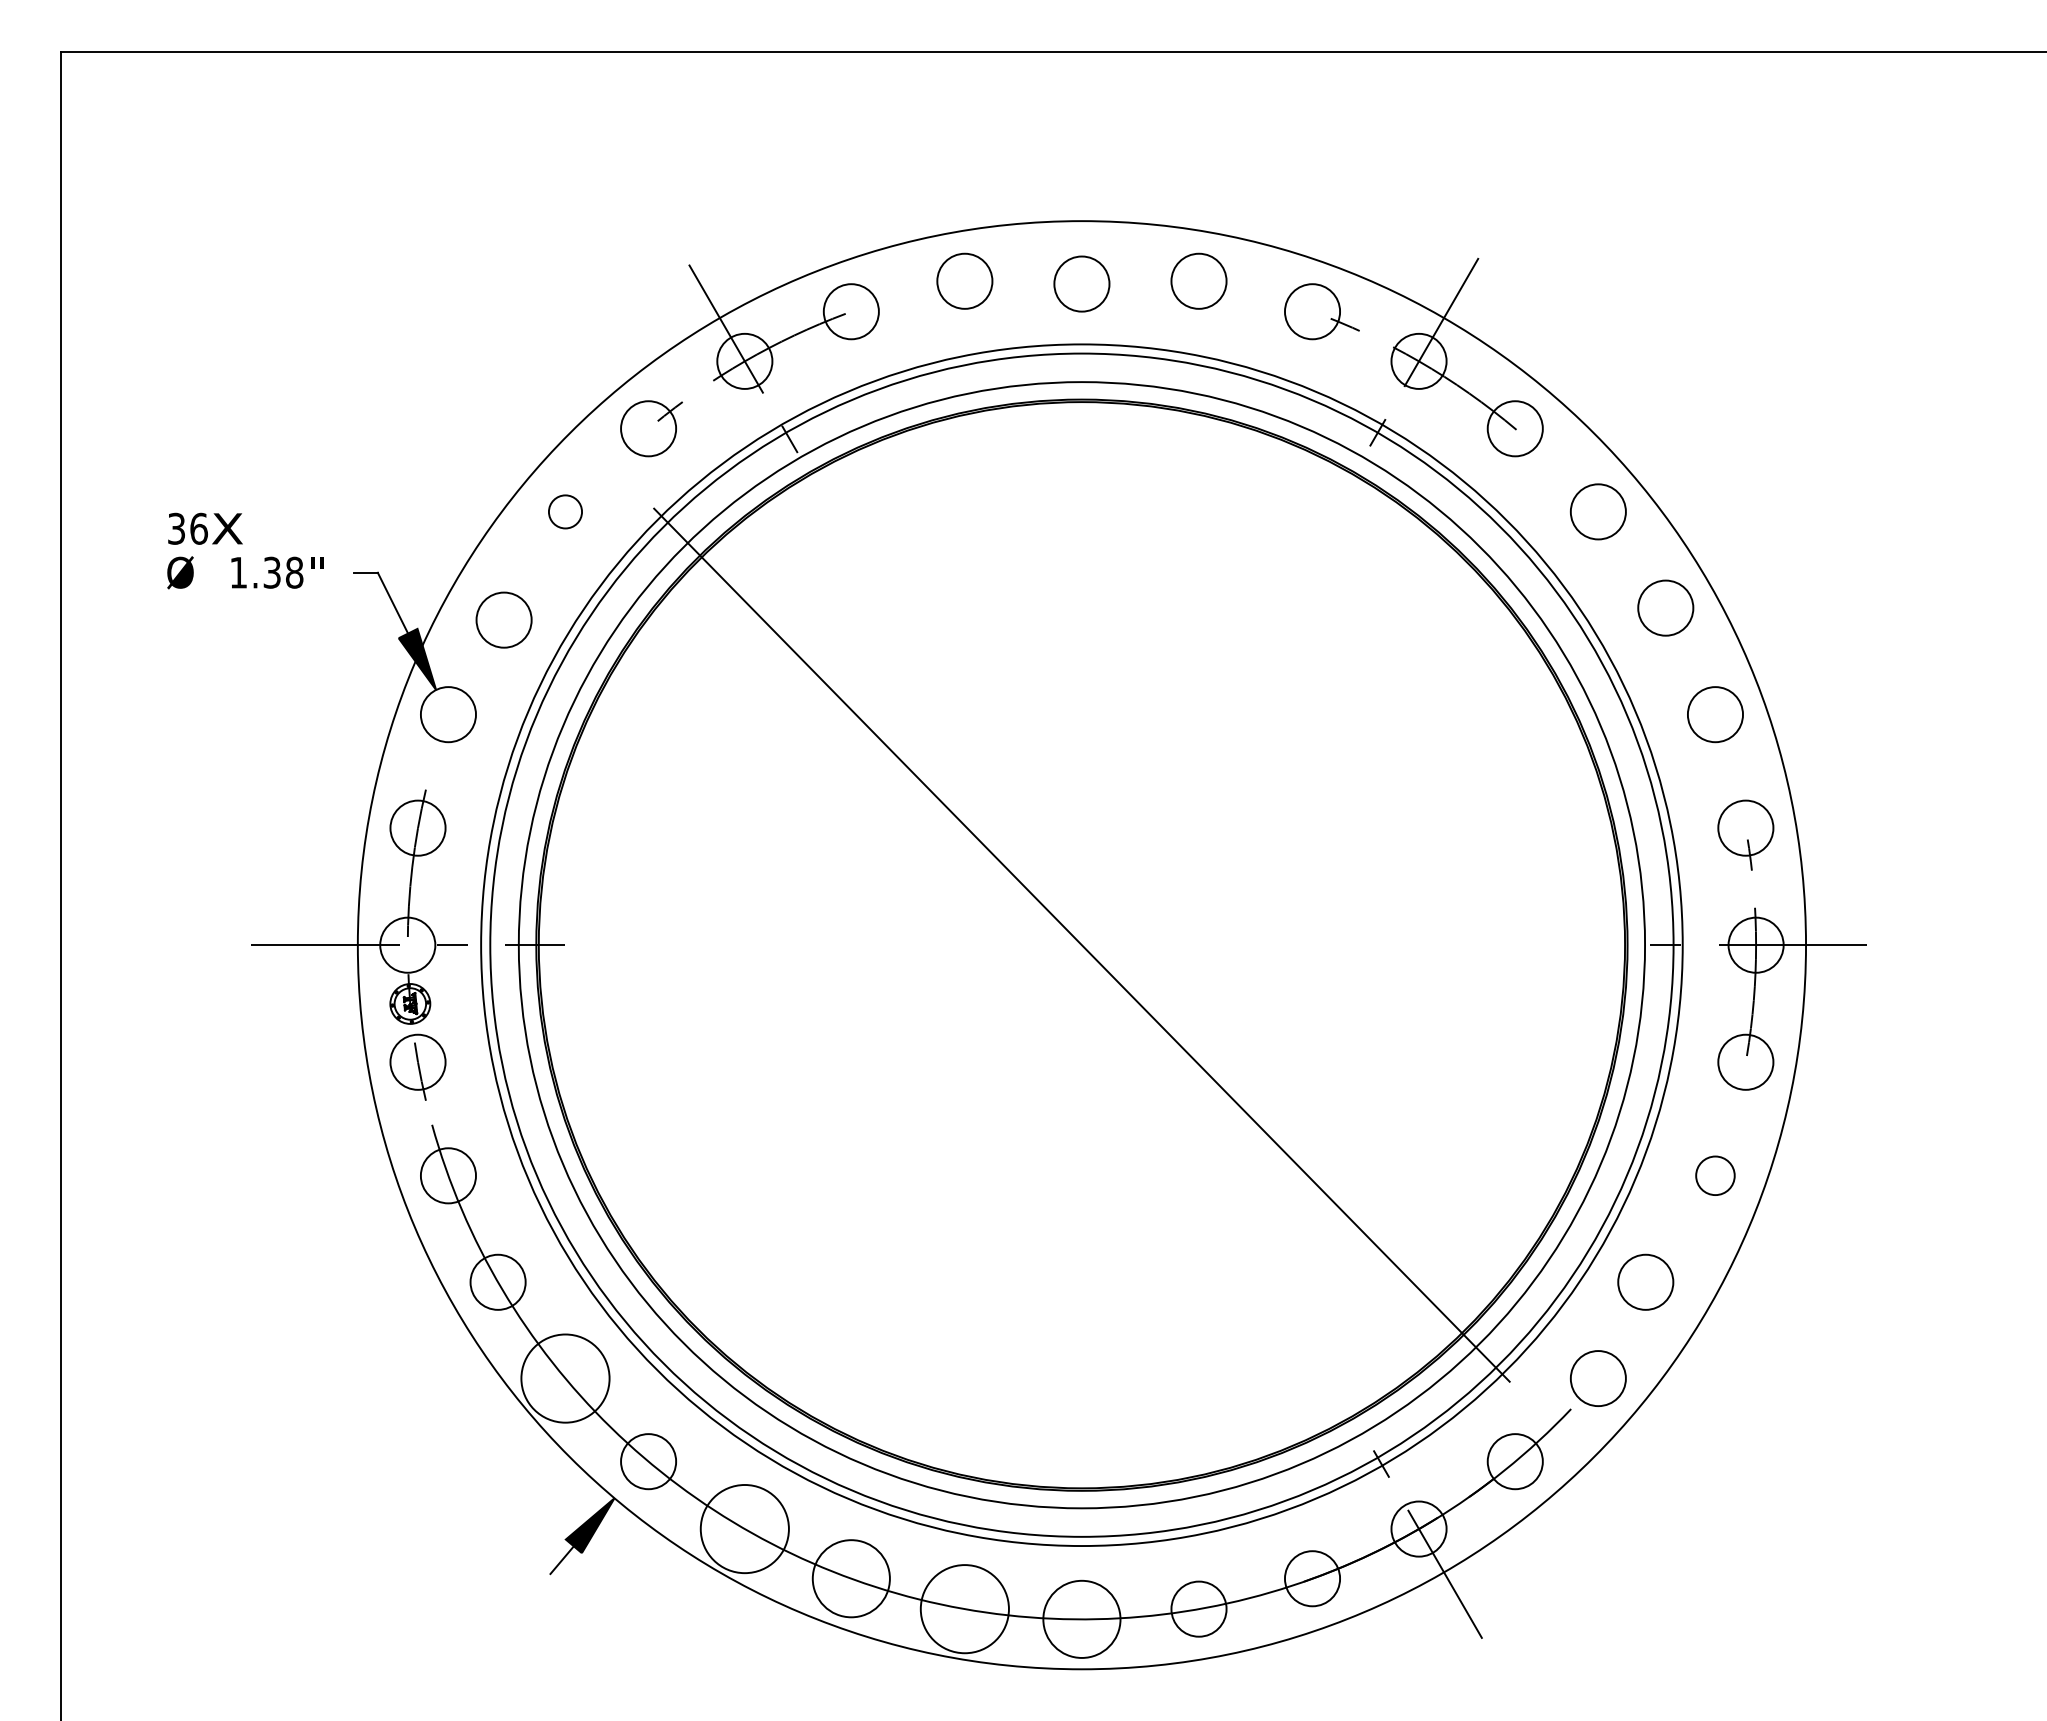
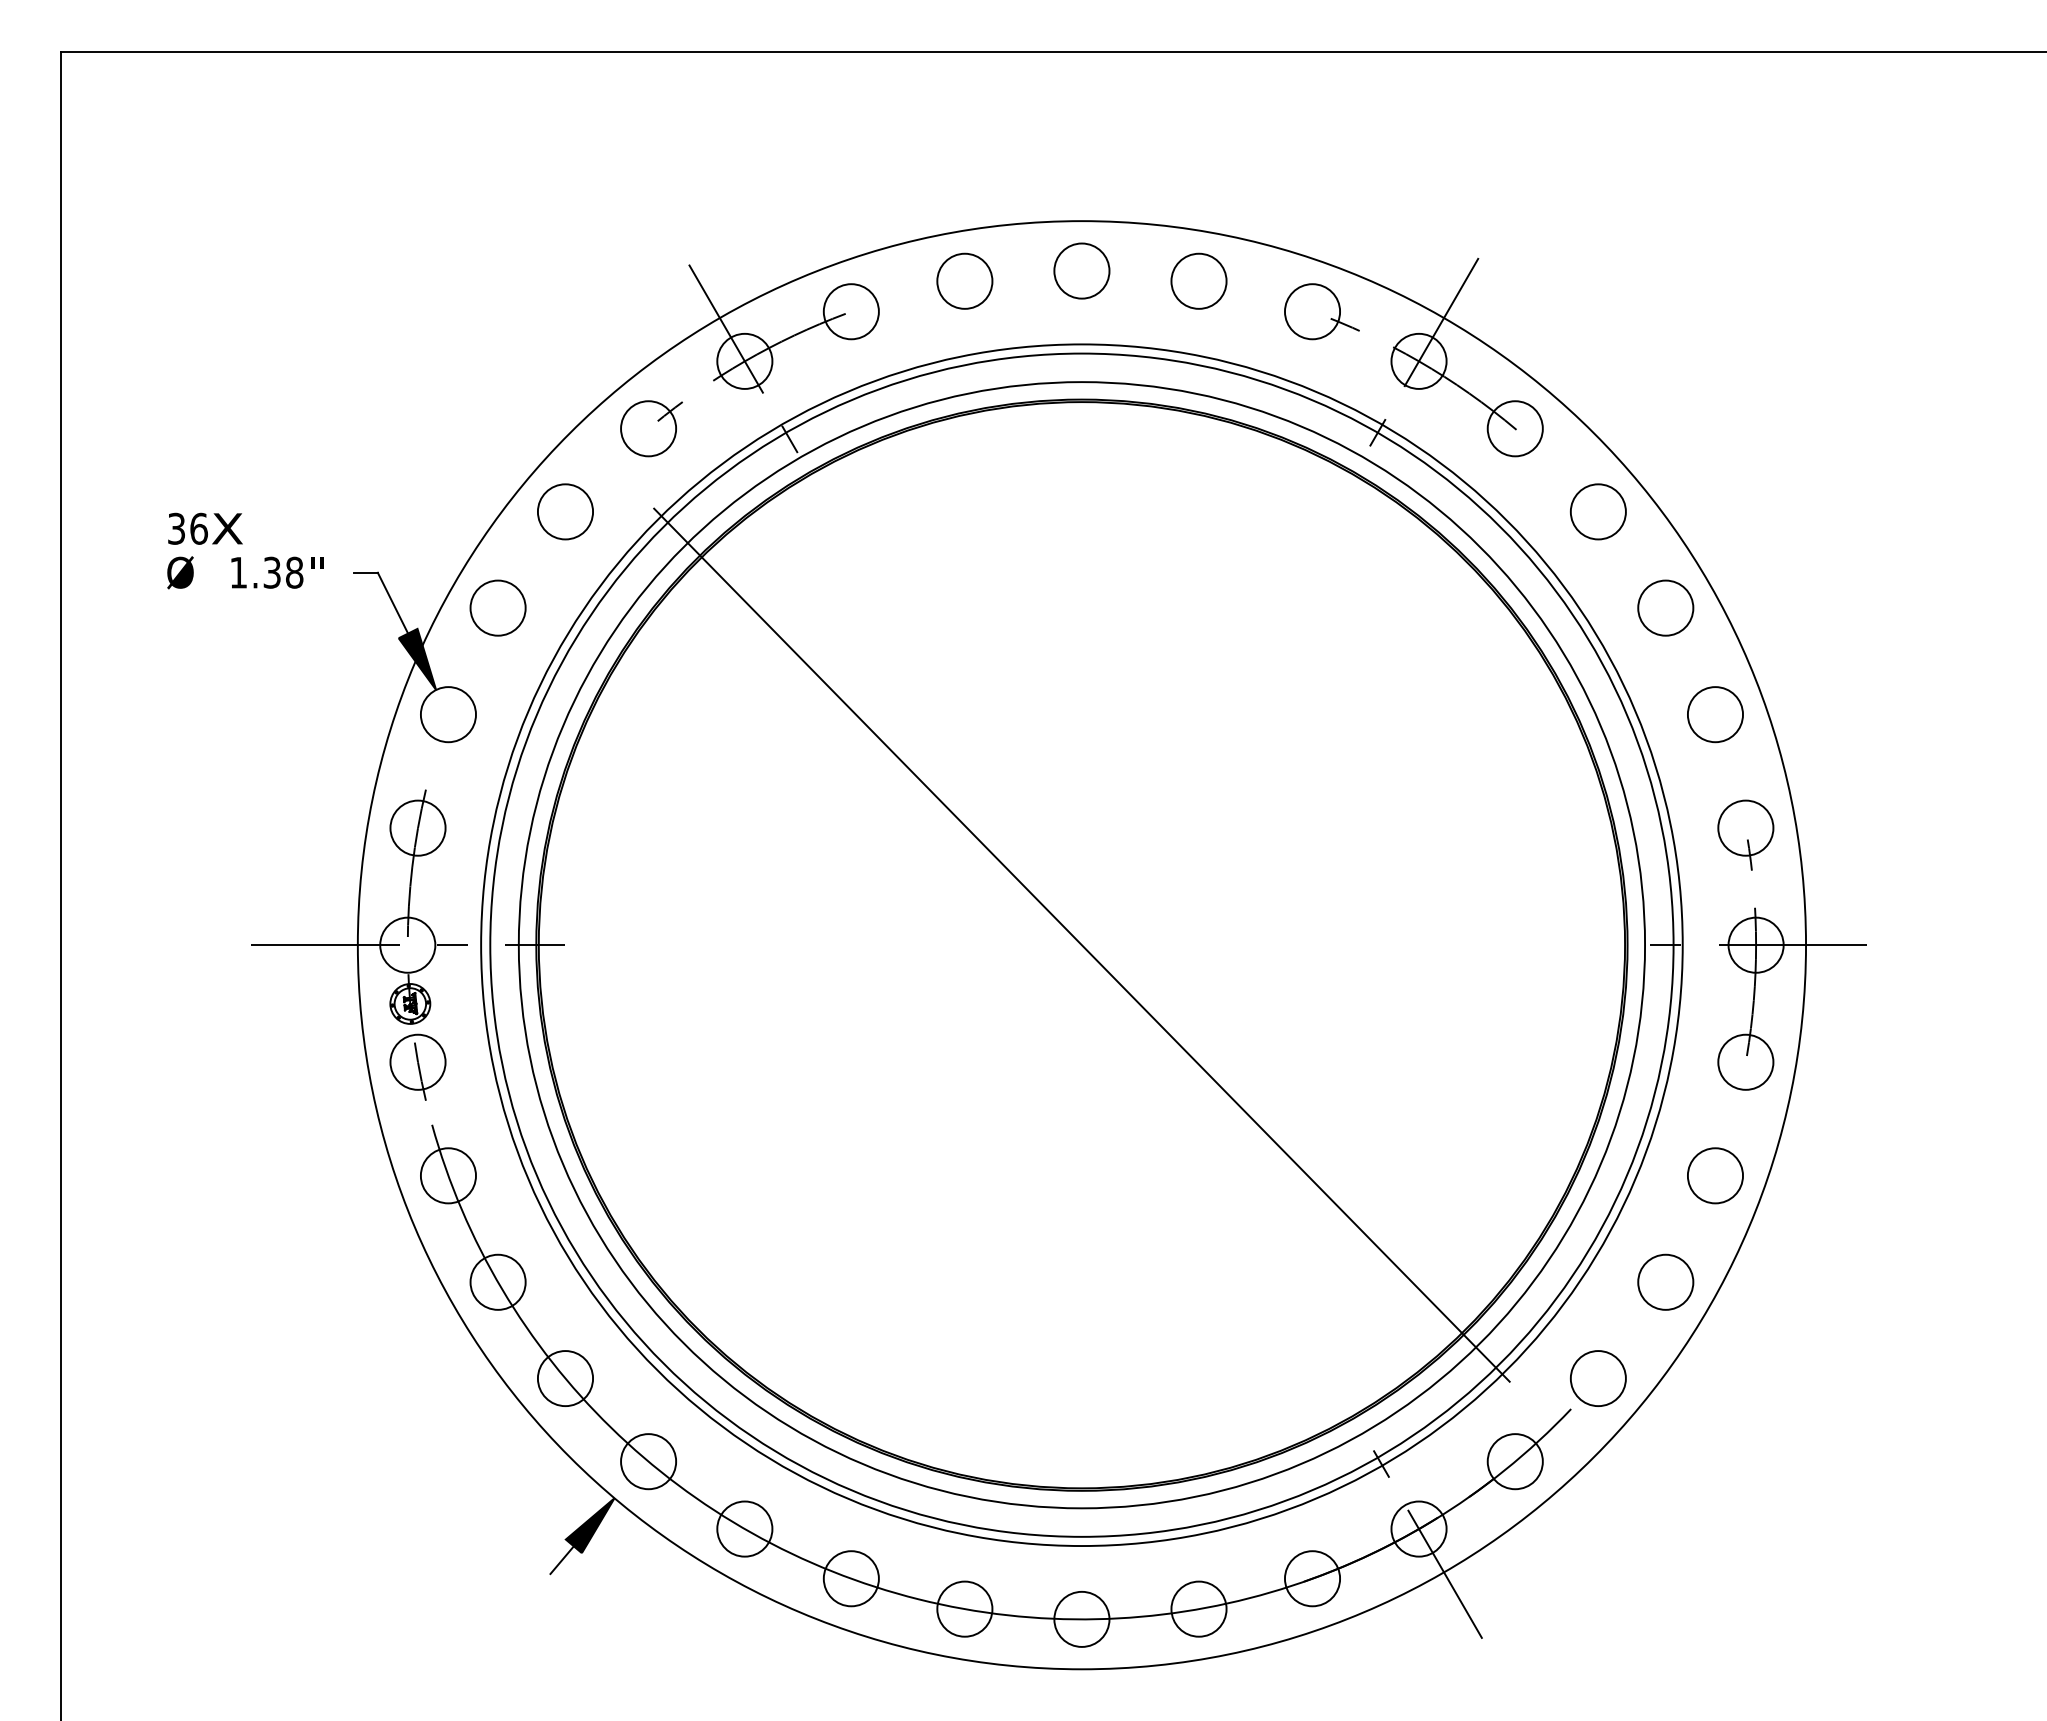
circle at (1081, 283) position: (1081, 283) -> (1081, 270)
circle at (565, 511) size: 35x36 px -> 57x58 px
circle at (503, 619) position: (503, 619) -> (497, 607)
circle at (1715, 1175) diameter: 39 px -> 55 px
circle at (1645, 1281) position: (1645, 1281) -> (1665, 1281)
circle at (565, 1378) diameter: 88 px -> 55 px
circle at (744, 1528) diameter: 88 px -> 55 px
circle at (850, 1578) diameter: 77 px -> 55 px
circle at (964, 1609) diameter: 88 px -> 55 px
circle at (1081, 1618) diameter: 77 px -> 55 px
